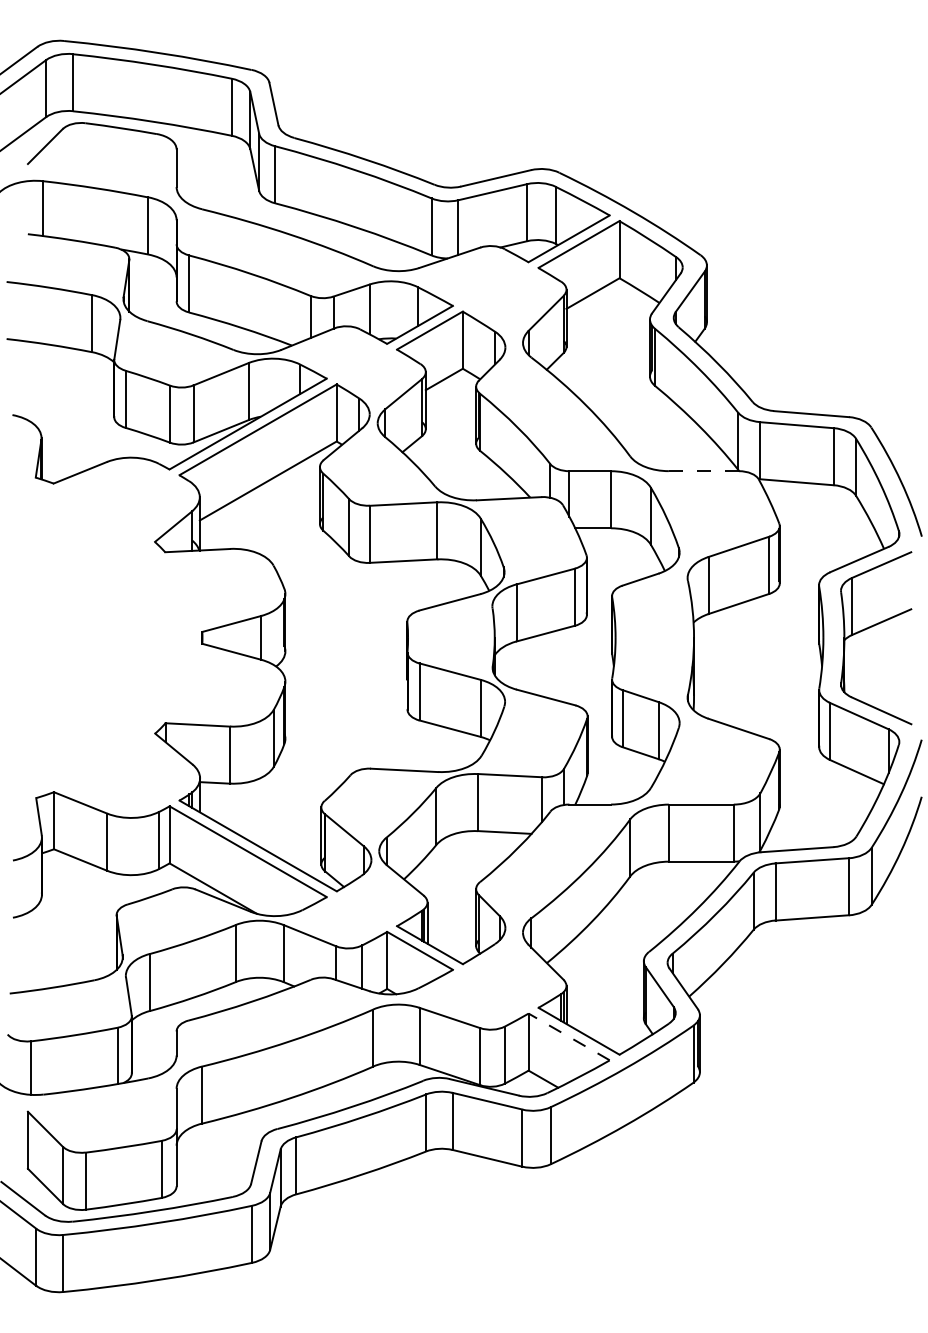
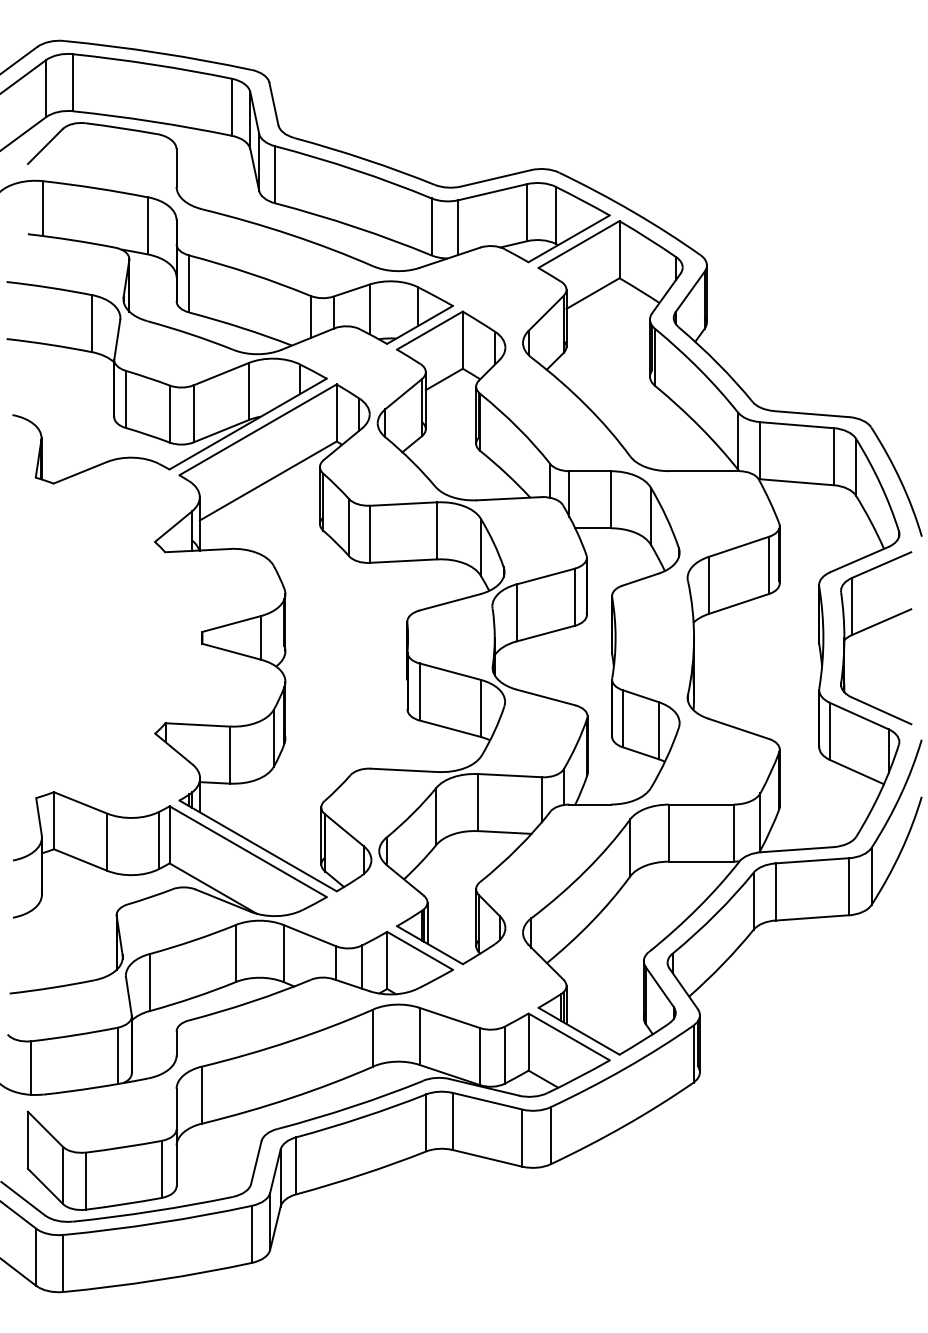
line at (704, 471): dashed -> solid
line at (569, 1036): dashed -> solid
